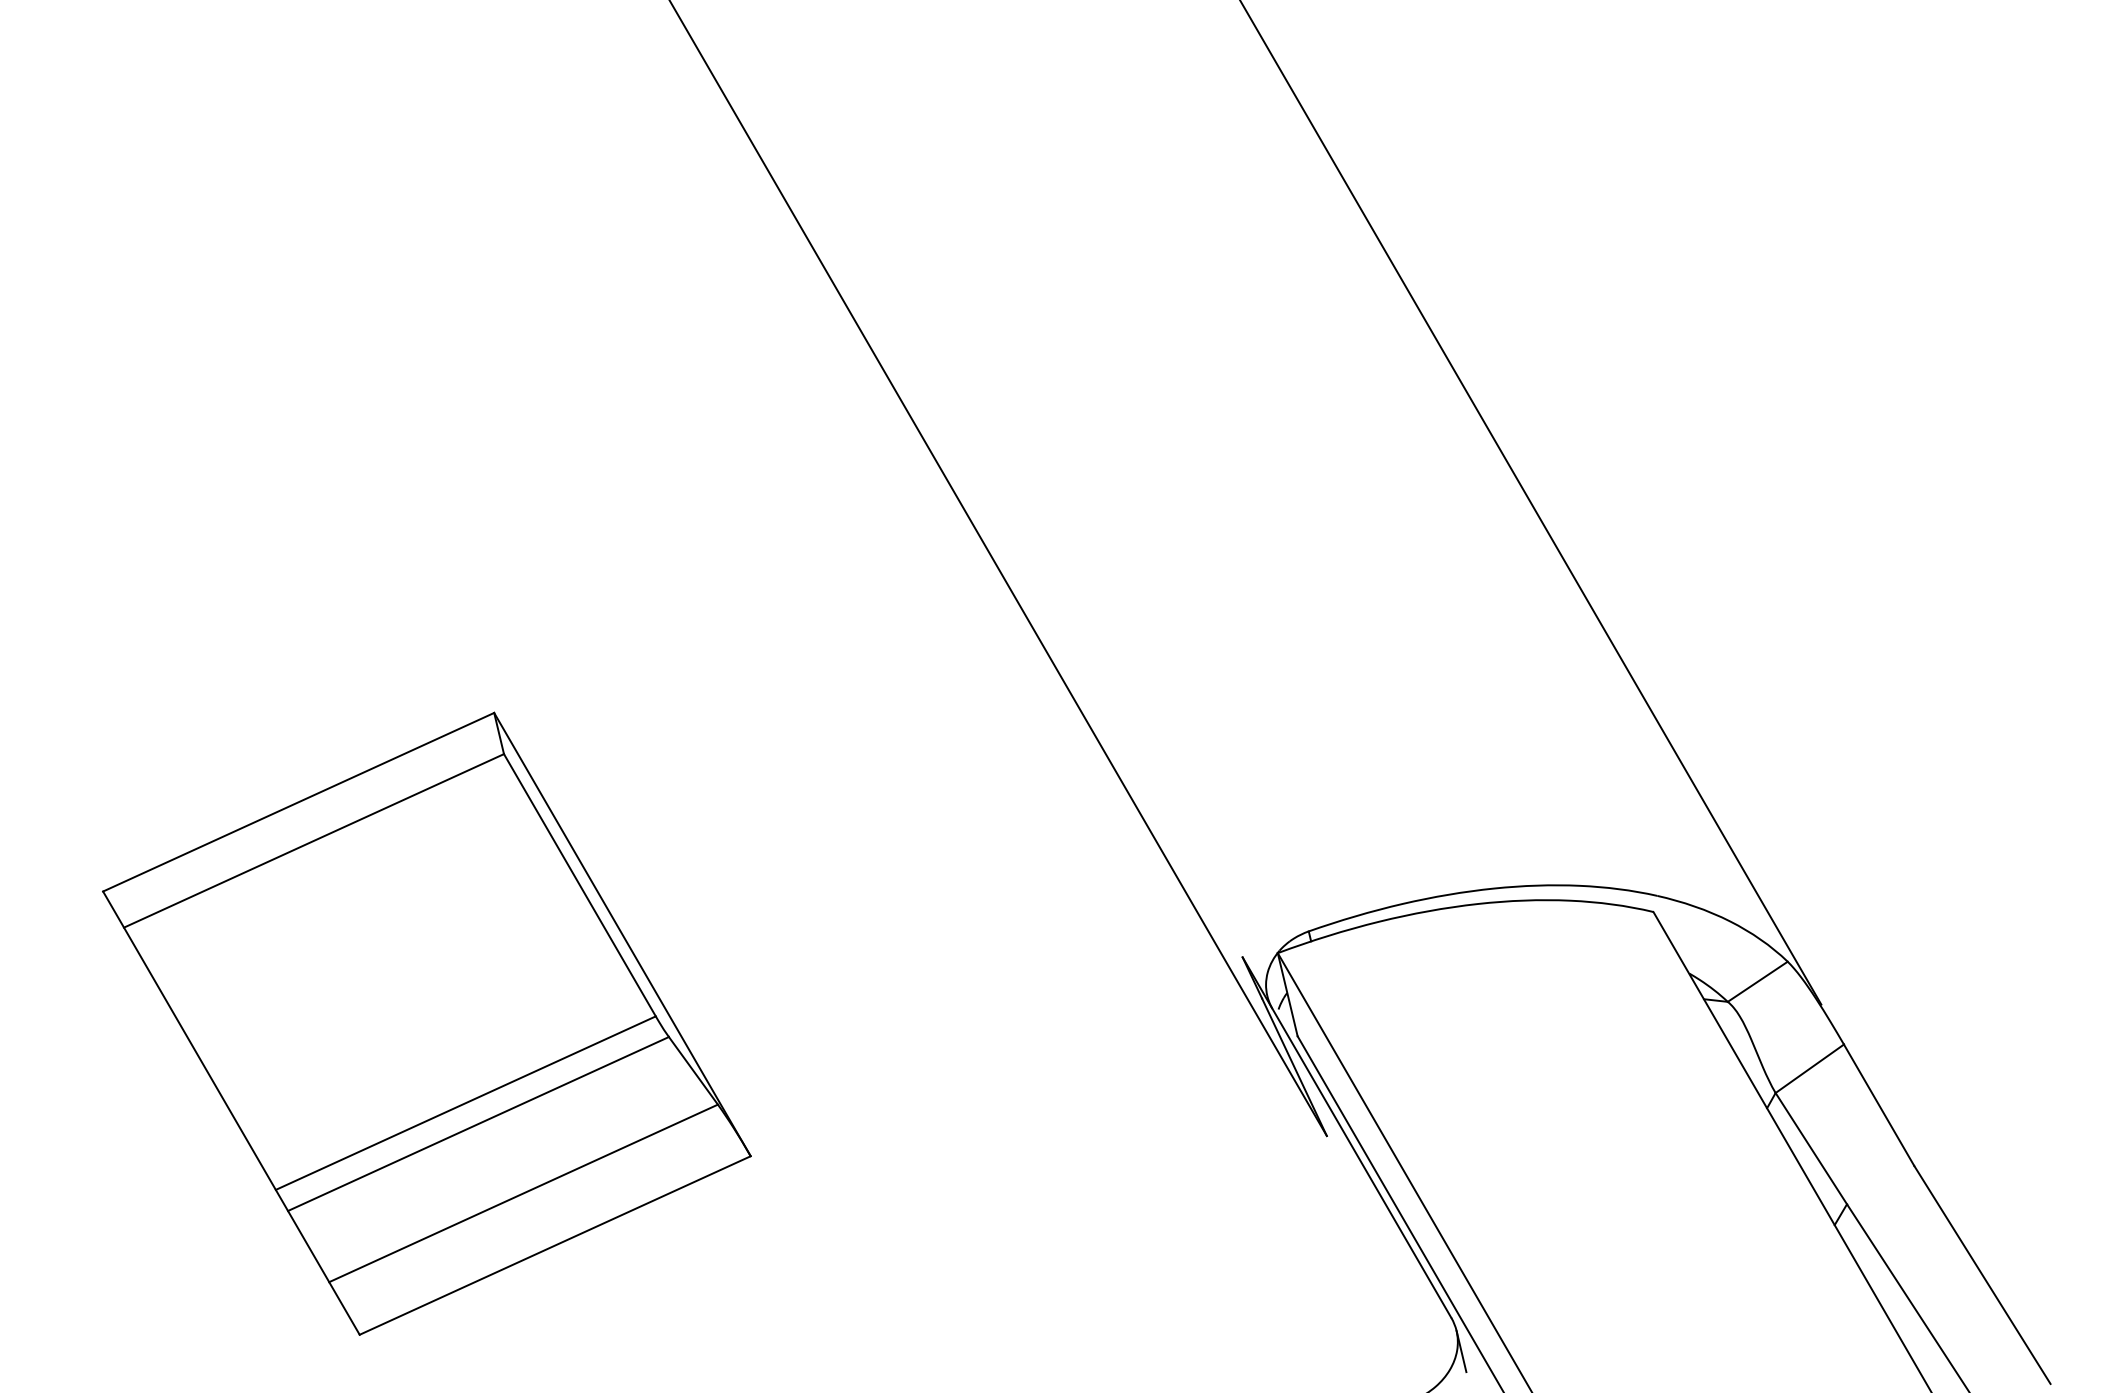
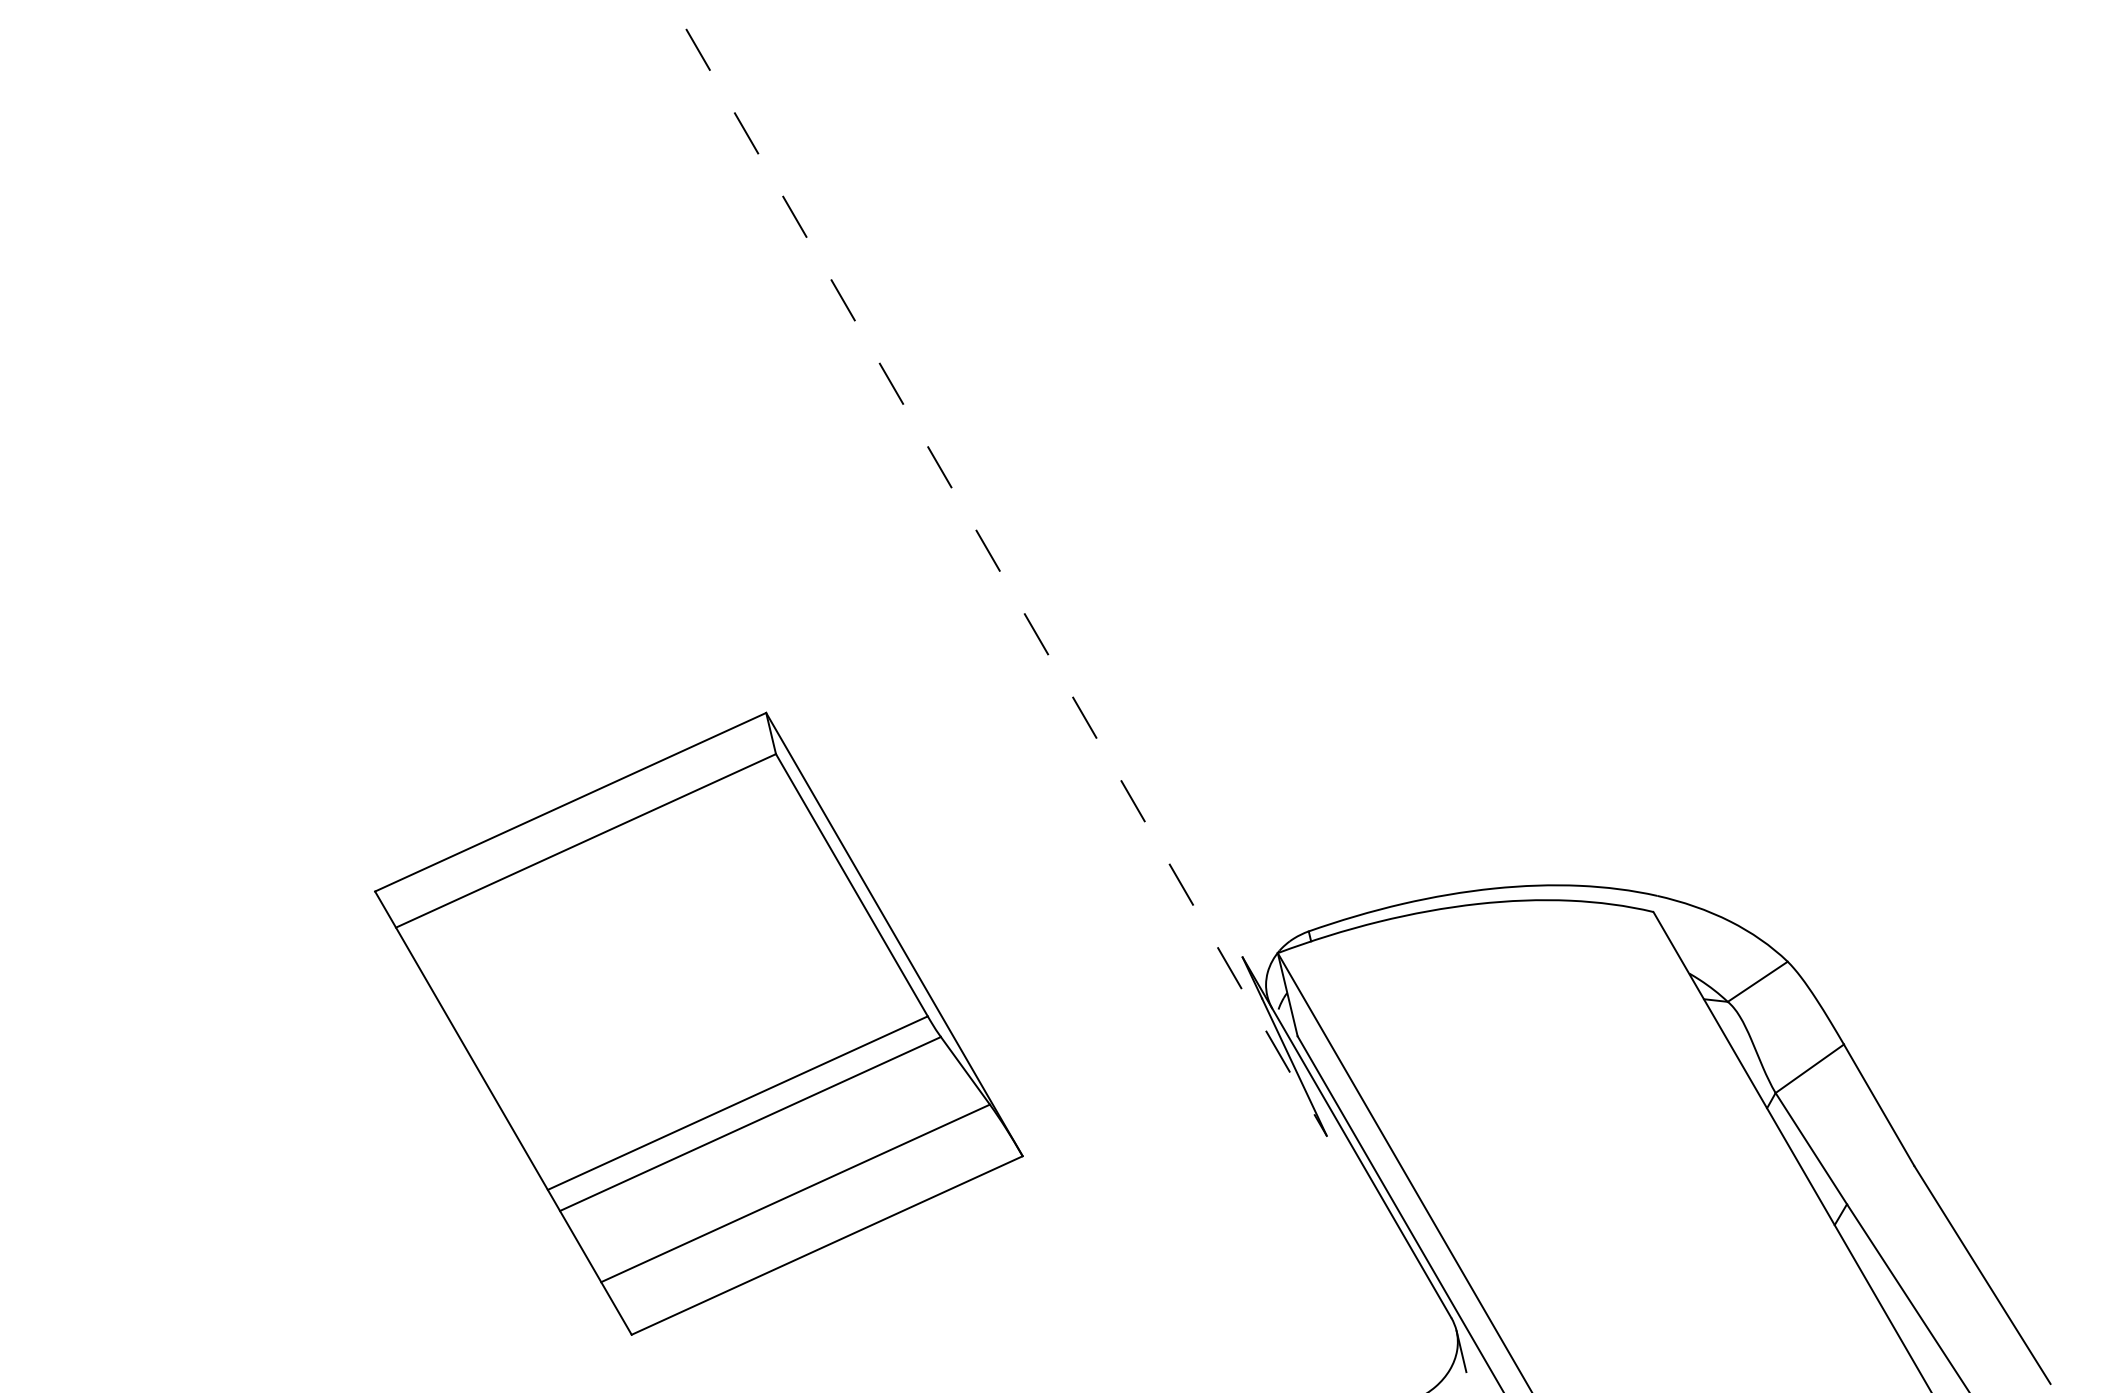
line at (1531, 503): present -> none
line at (998, 568): solid -> dashed
part at (426, 1023) position: (426, 1023) -> (698, 1023)
